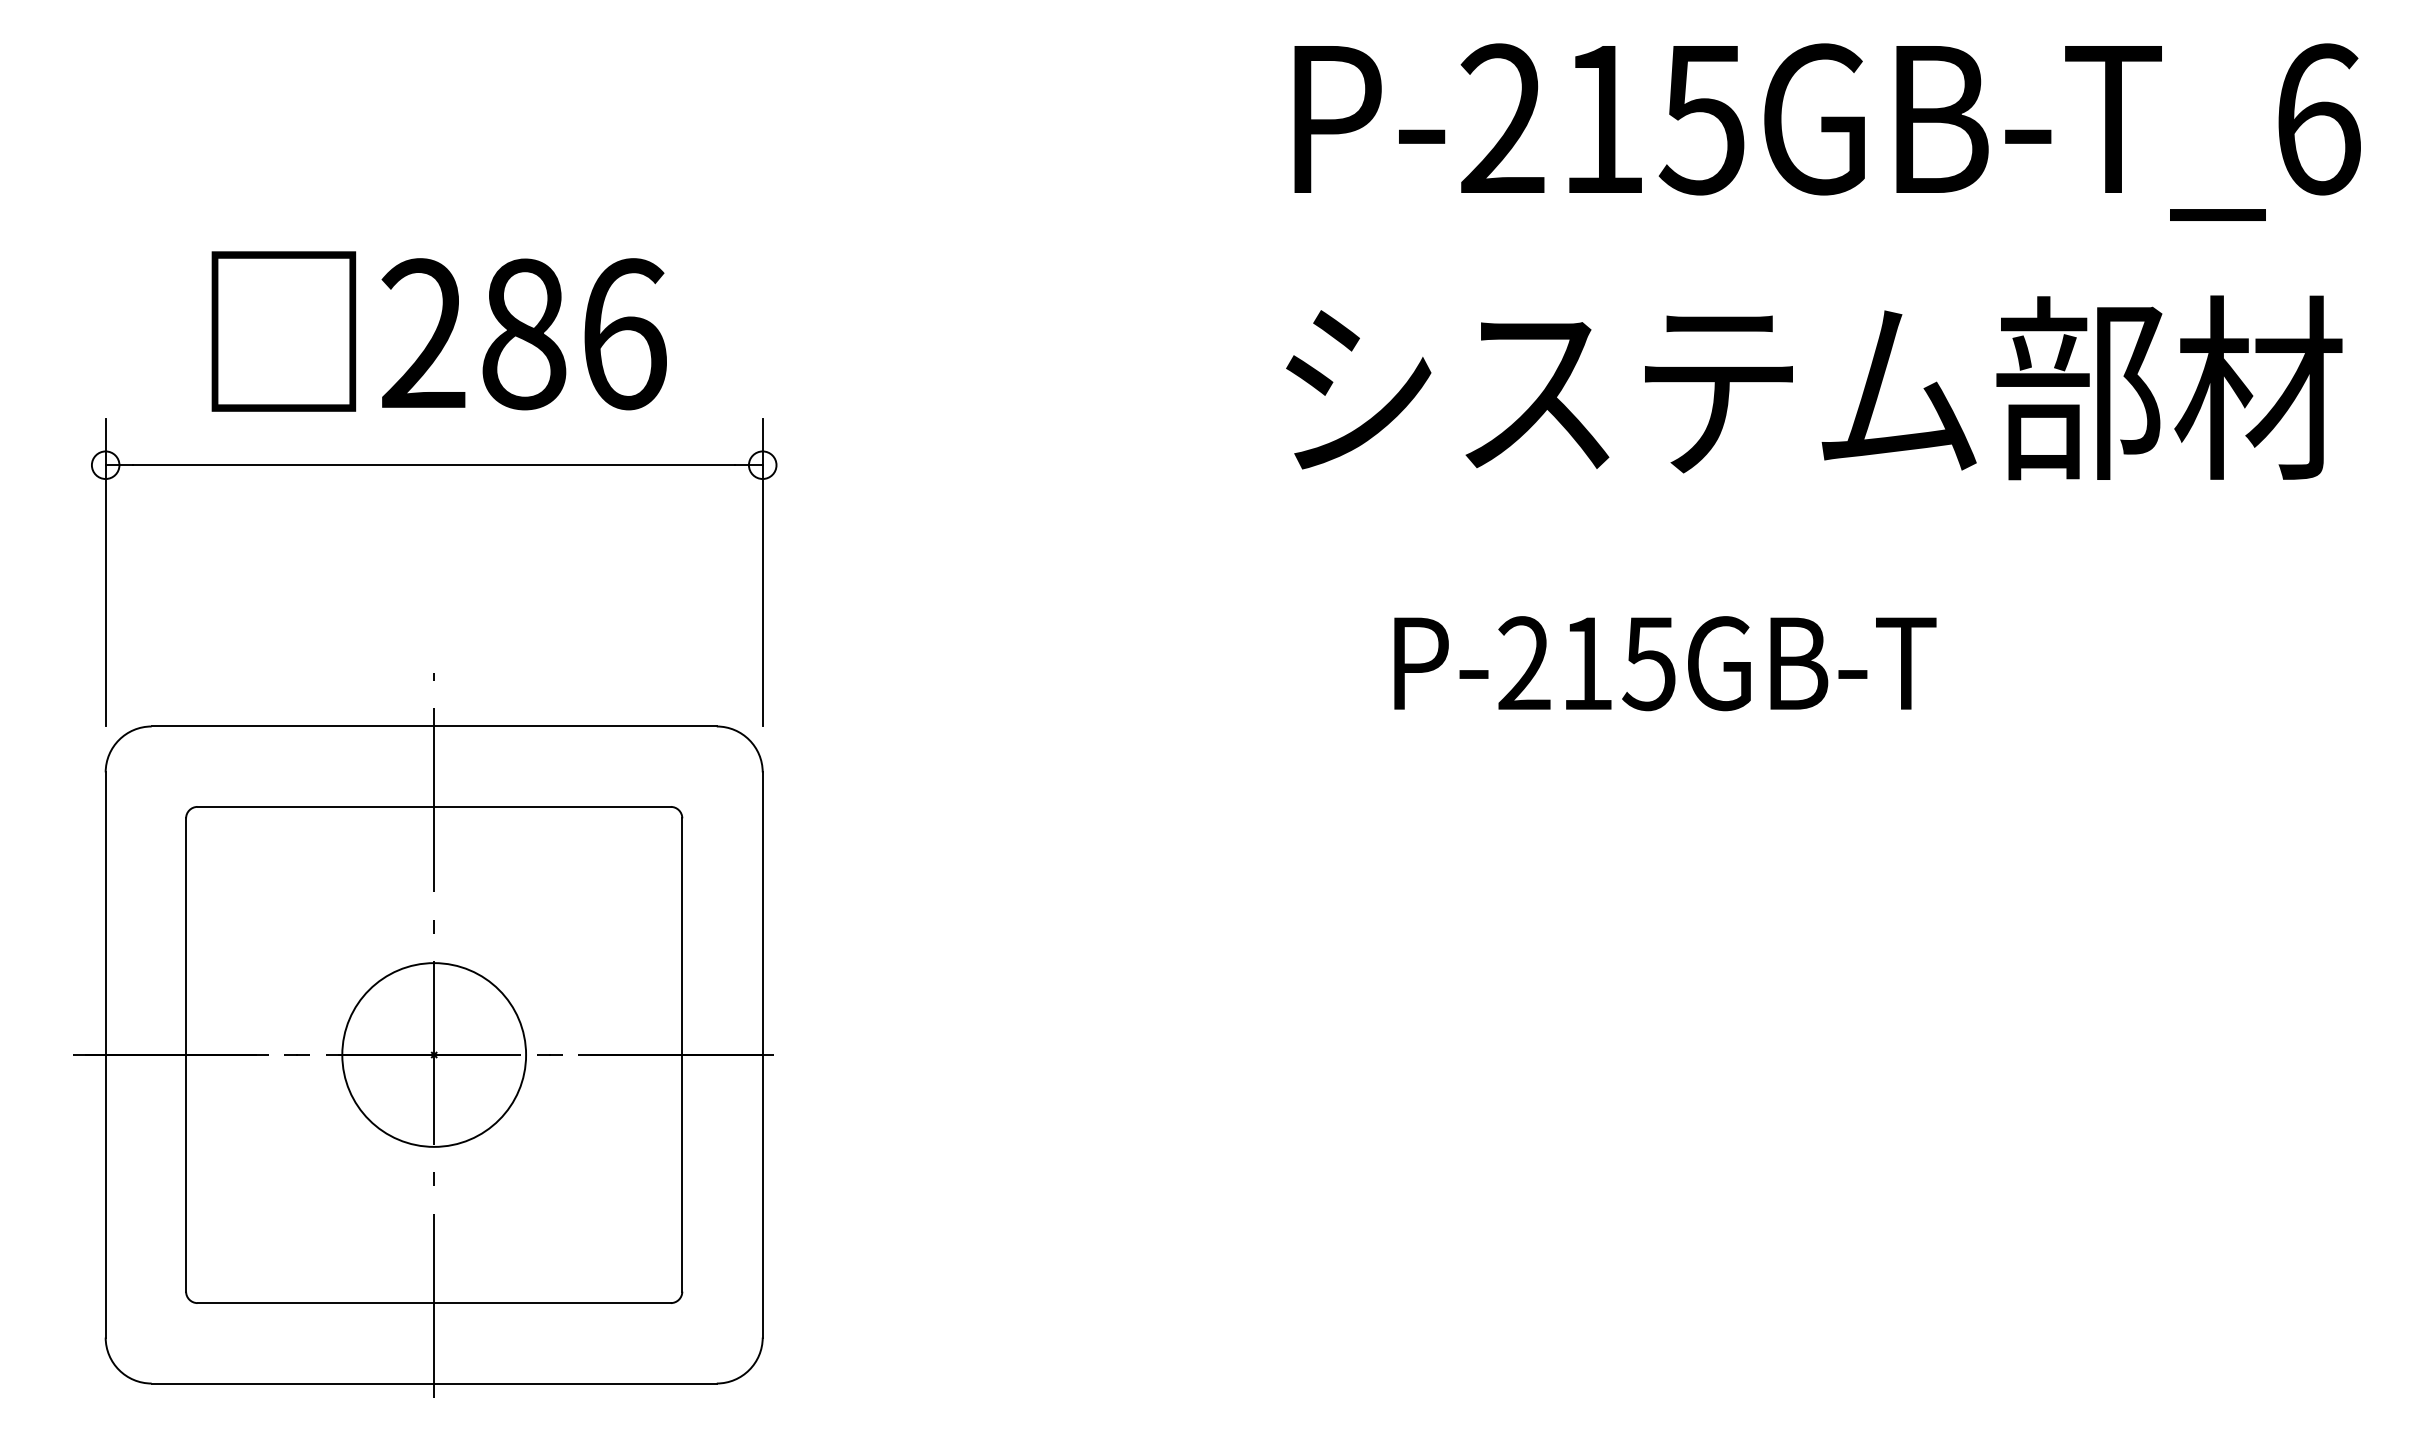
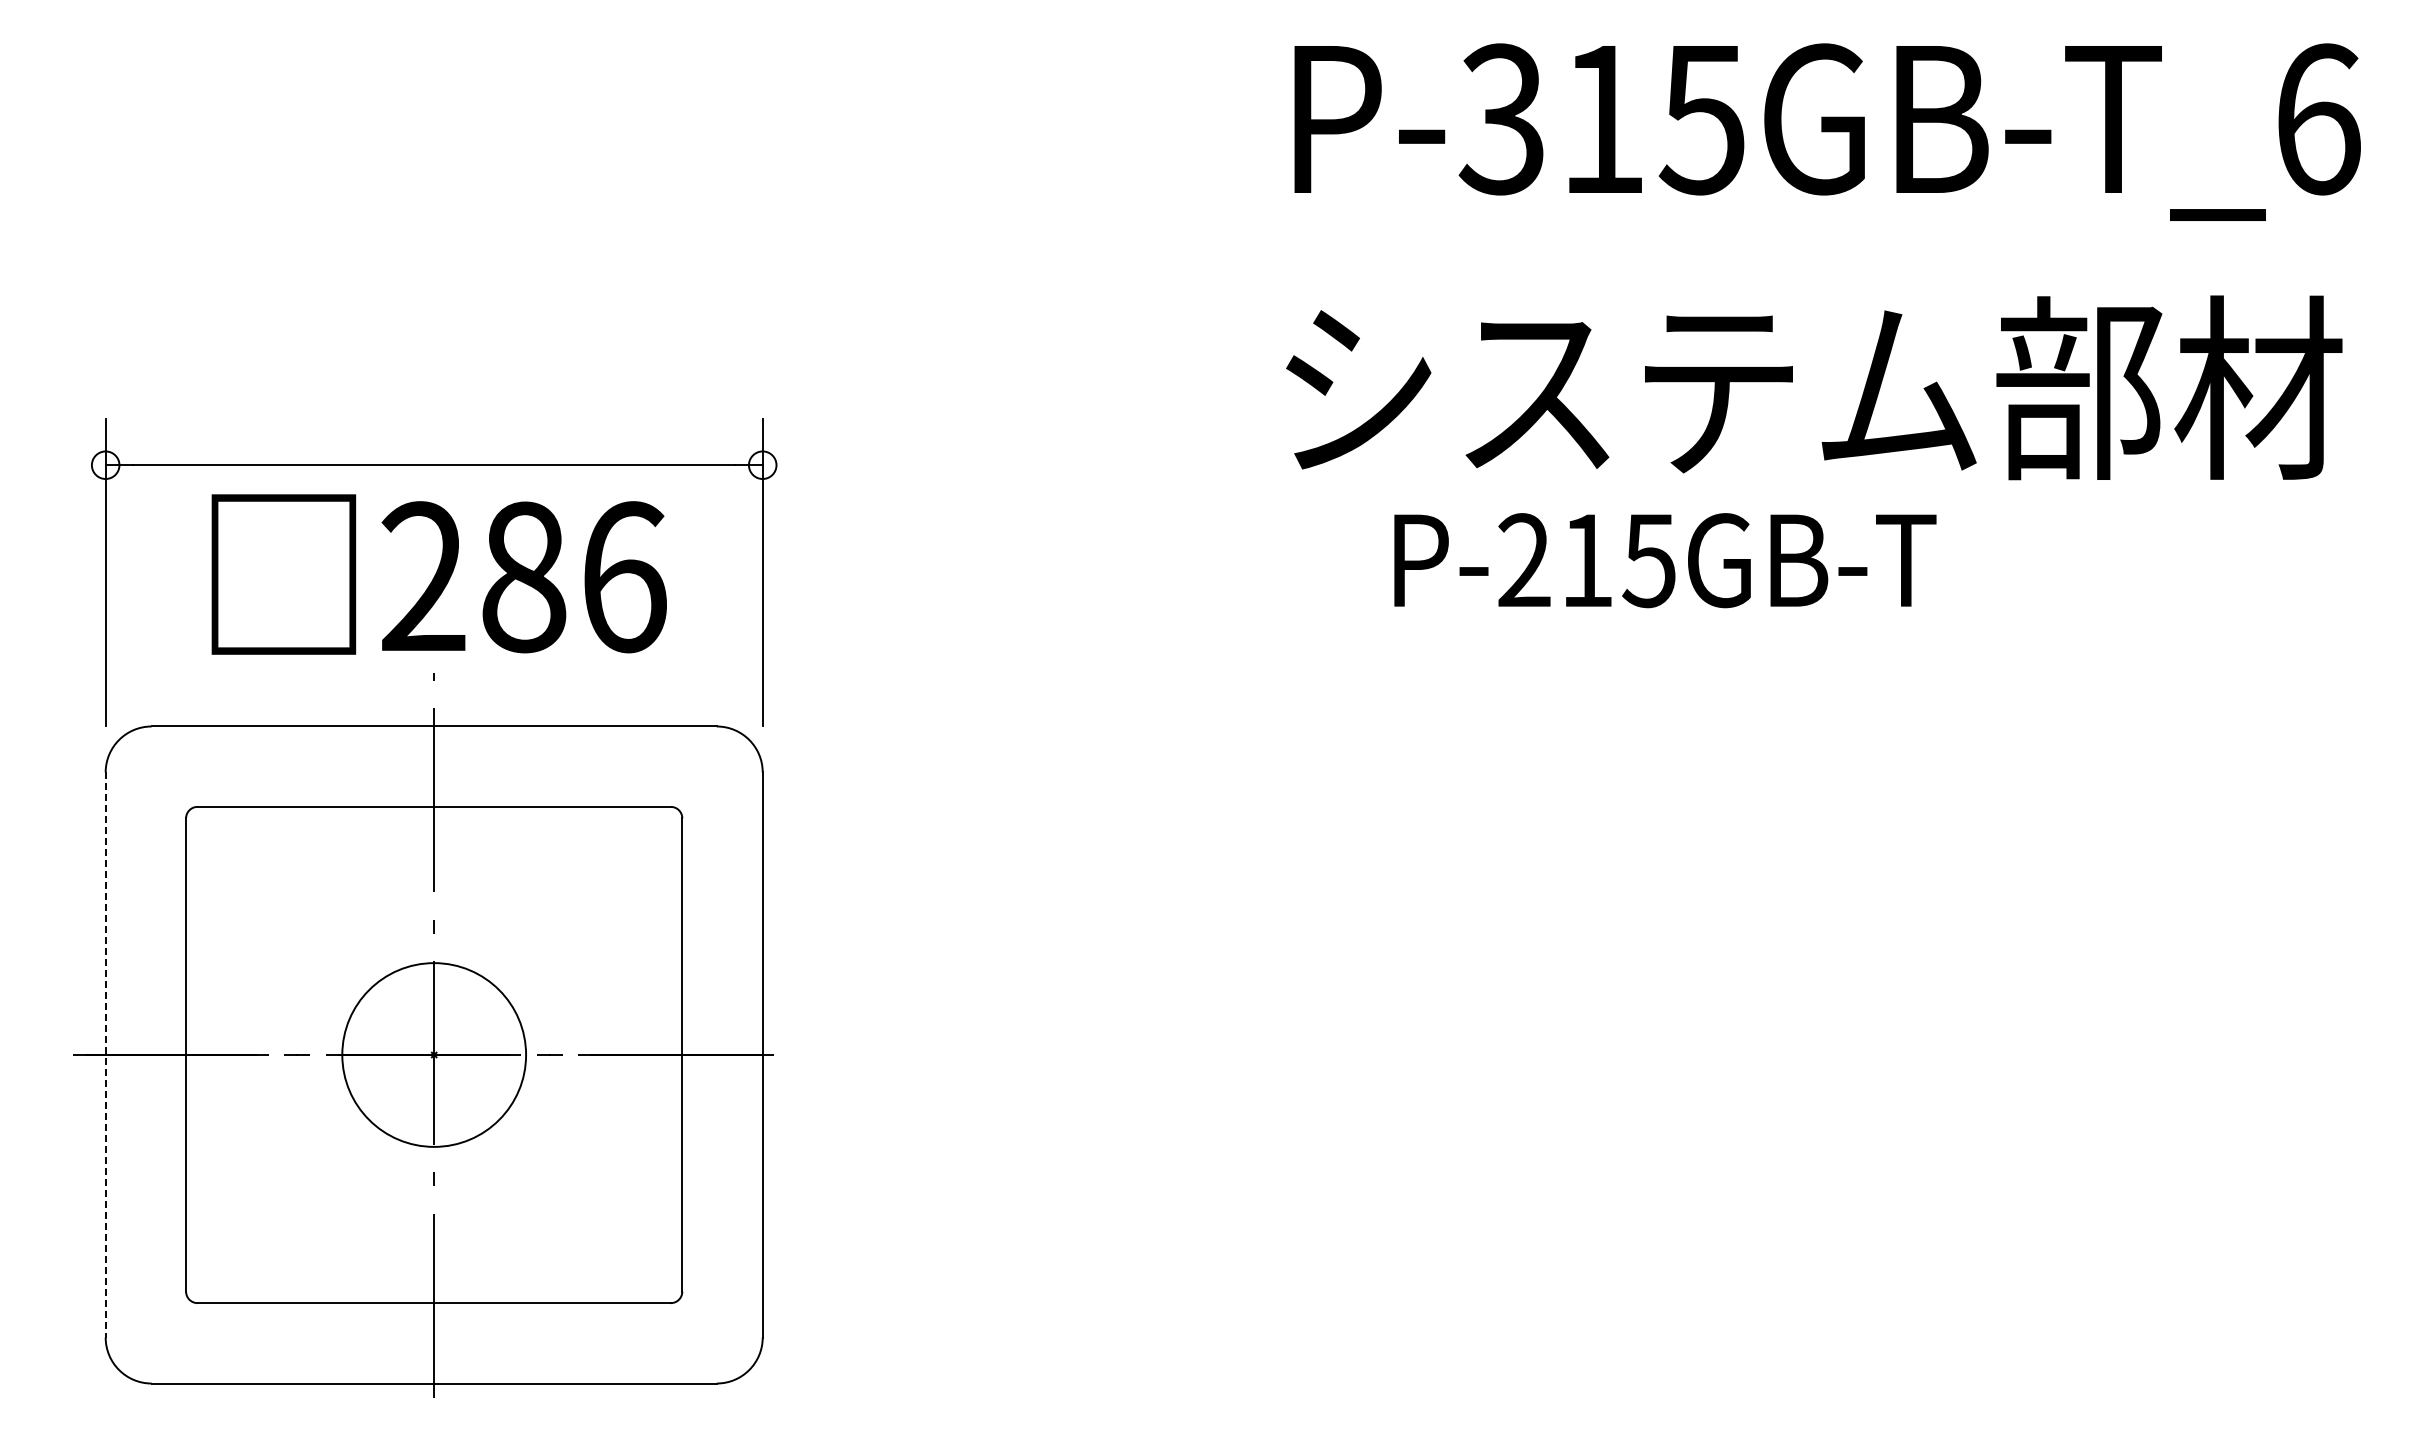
text at (1501, 119): P-215GB-T_6 -> P-315GB-T_6
text at (438, 331) position: (438, 331) -> (438, 574)
text at (1665, 663) position: (1665, 663) -> (1665, 560)
line at (105, 1055): solid -> dashed
